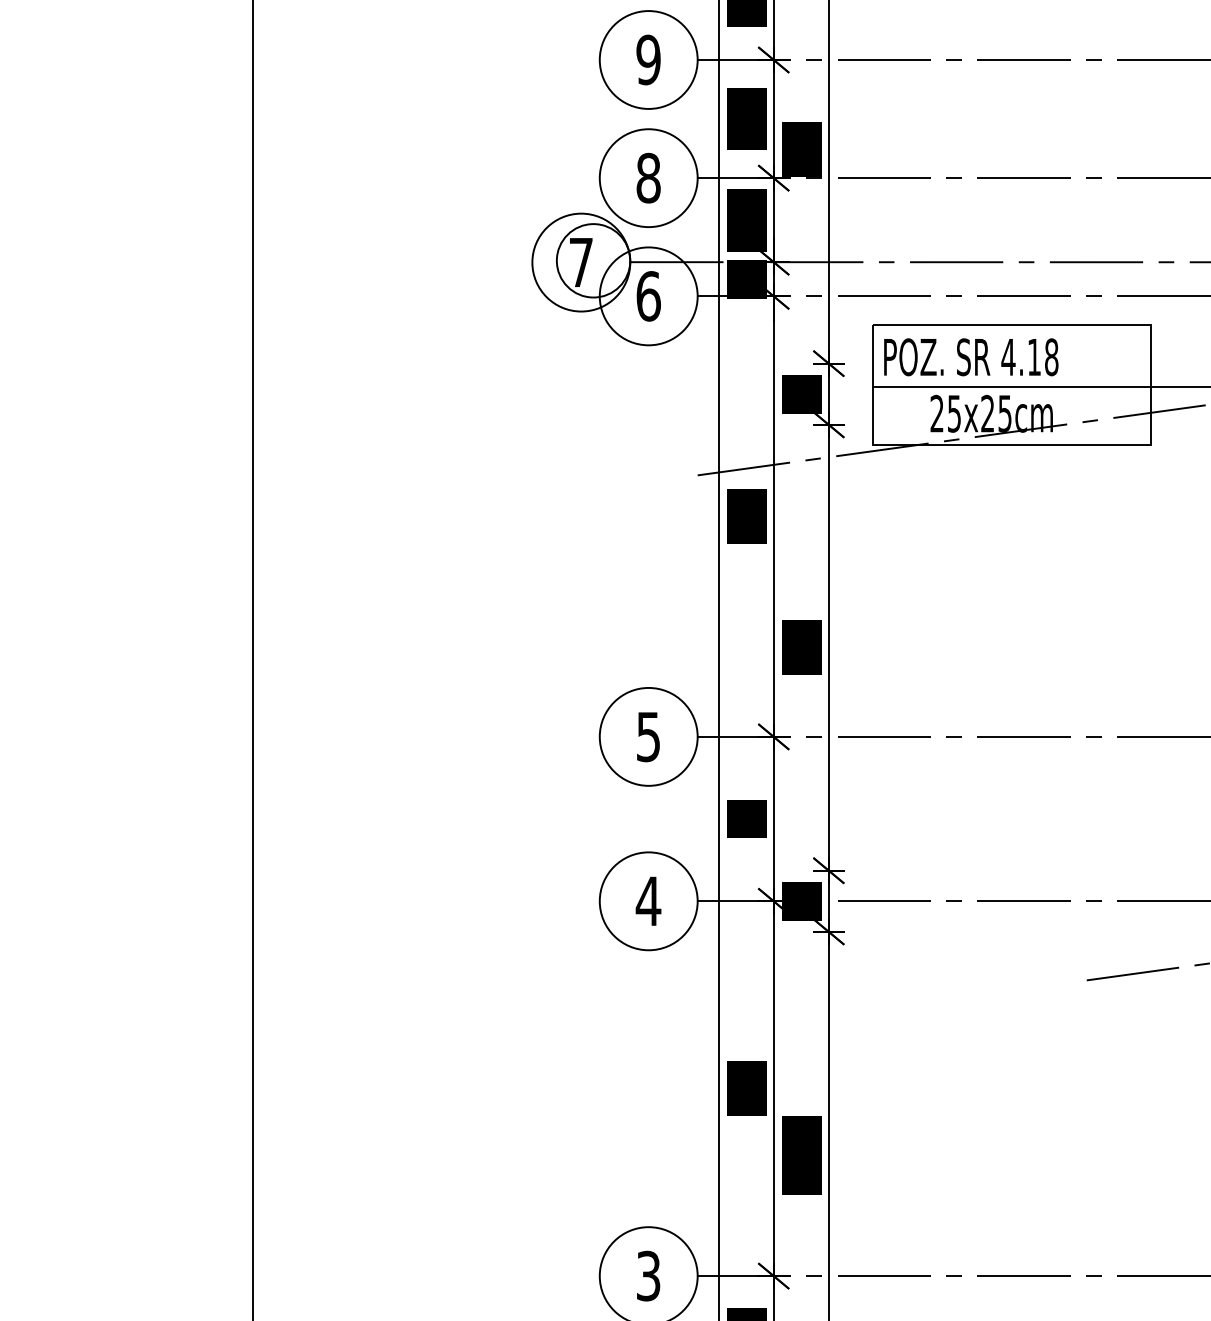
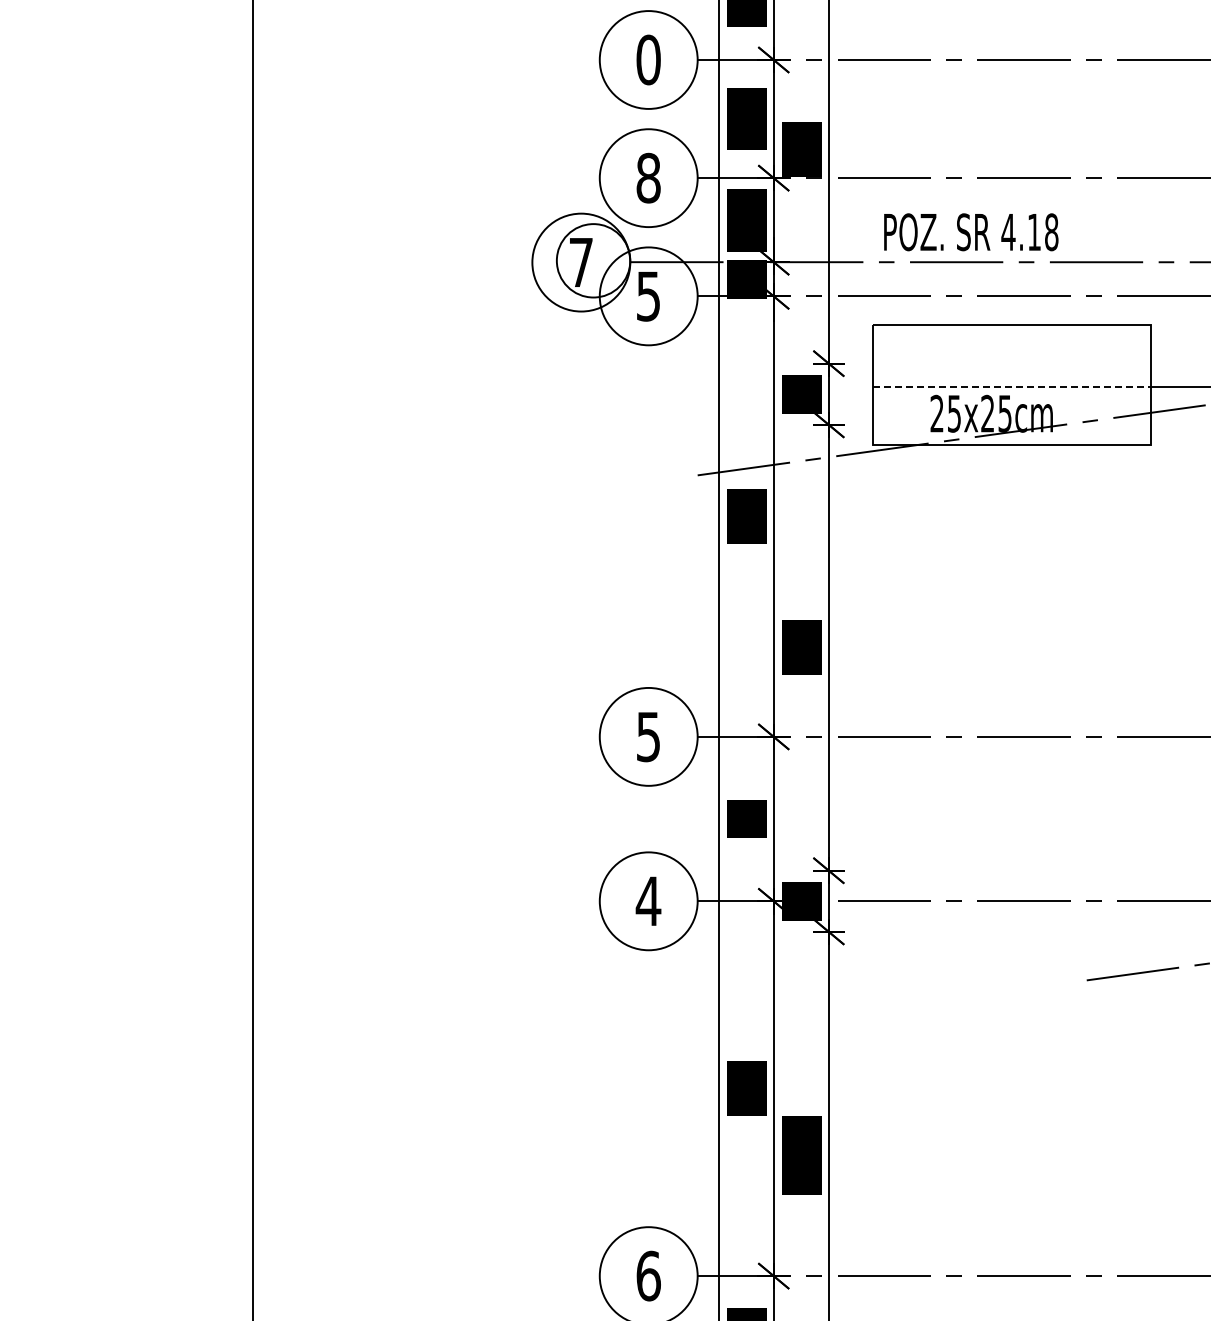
text at (648, 59): 9 -> 0
text at (648, 296): 6 -> 5
text at (971, 357) position: (971, 357) -> (971, 232)
line at (1012, 387): solid -> dashed
text at (648, 1275): 3 -> 6
